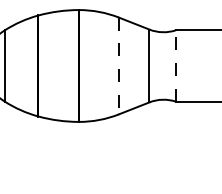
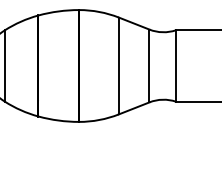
line at (176, 65): dashed -> solid
line at (118, 66): dashed -> solid
